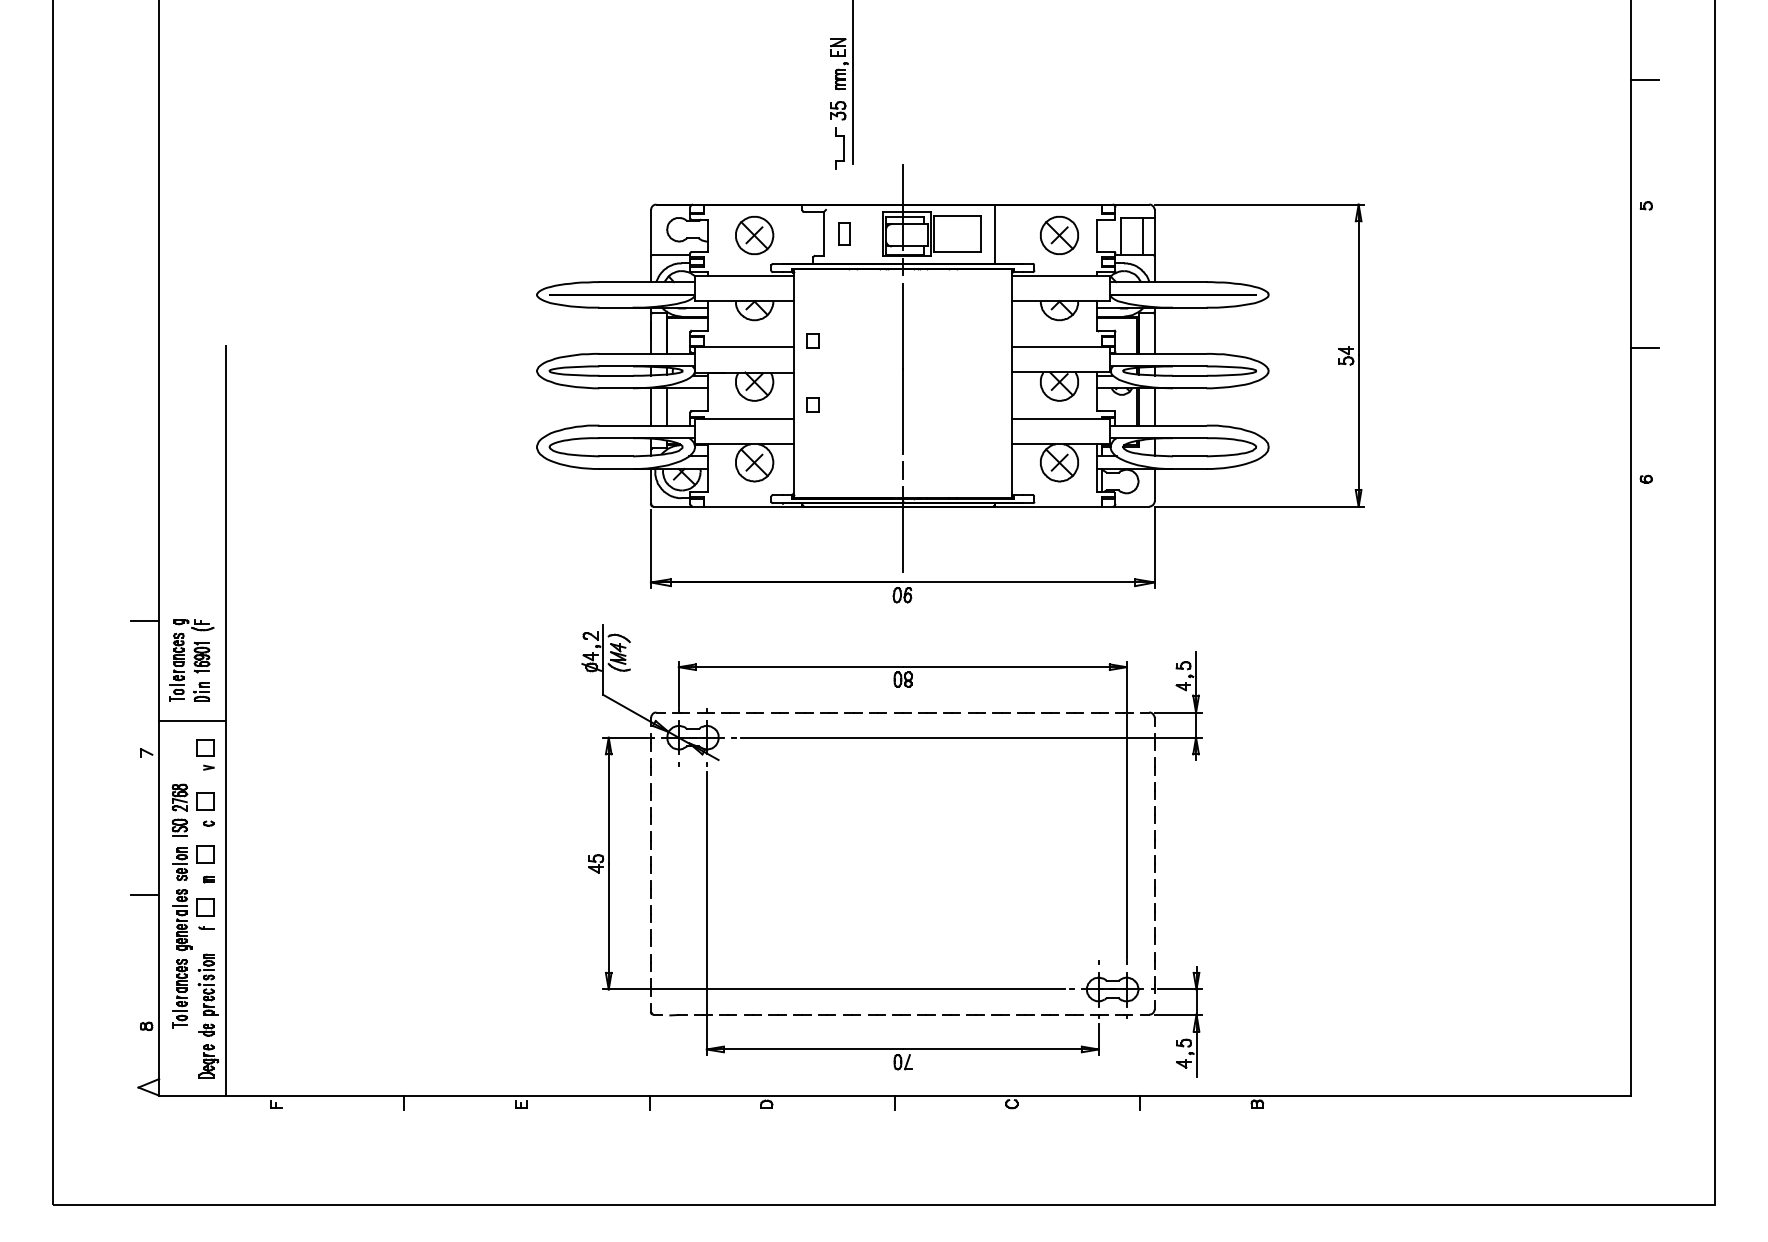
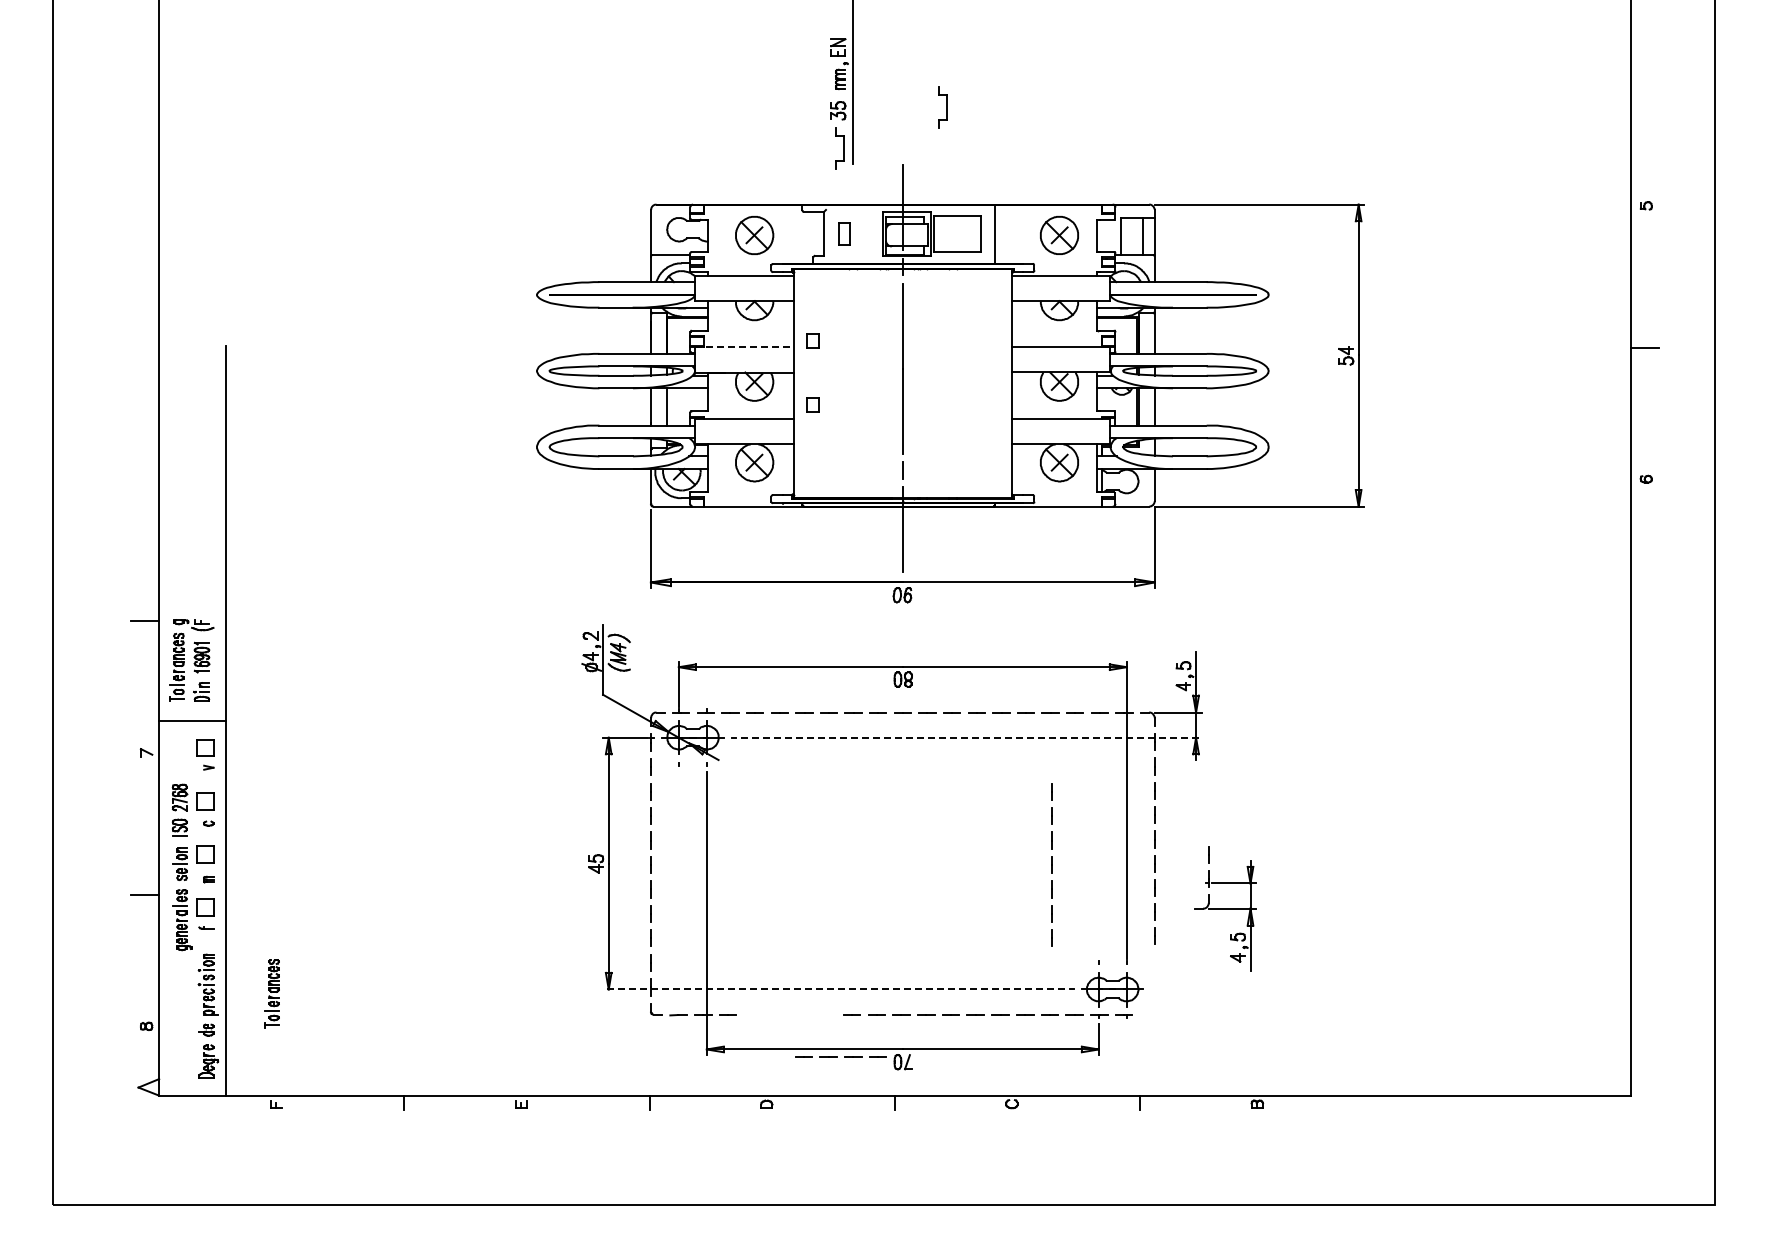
line at (1644, 80): present -> none
part at (942, 107): none -> present
line at (745, 347): solid -> dashed
line at (972, 737): solid -> dashed
line at (1051, 864): none -> present
line at (833, 989): solid -> dashed
part at (179, 993) position: (179, 993) -> (271, 993)
line at (786, 1014) position: (786, 1014) -> (837, 1056)
part at (1171, 1014) position: (1171, 1014) -> (1225, 908)
